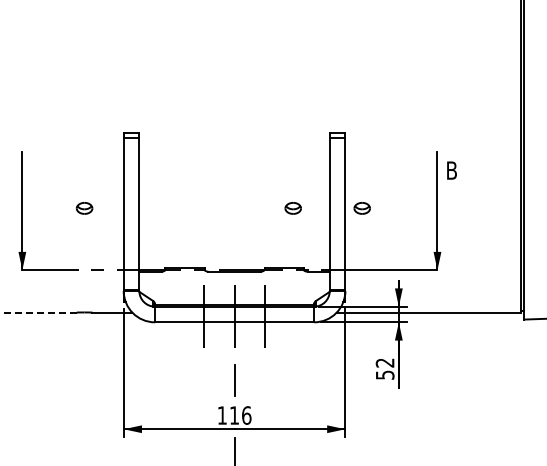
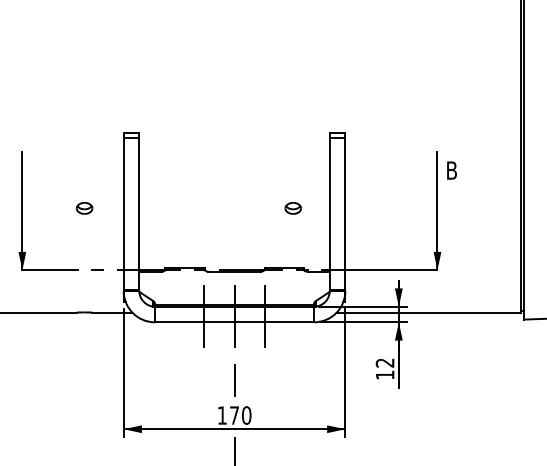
part at (361, 208): present -> none
line at (38, 312): dashed -> solid
text at (385, 374): 52 -> 12
text at (240, 415): 116 -> 170
